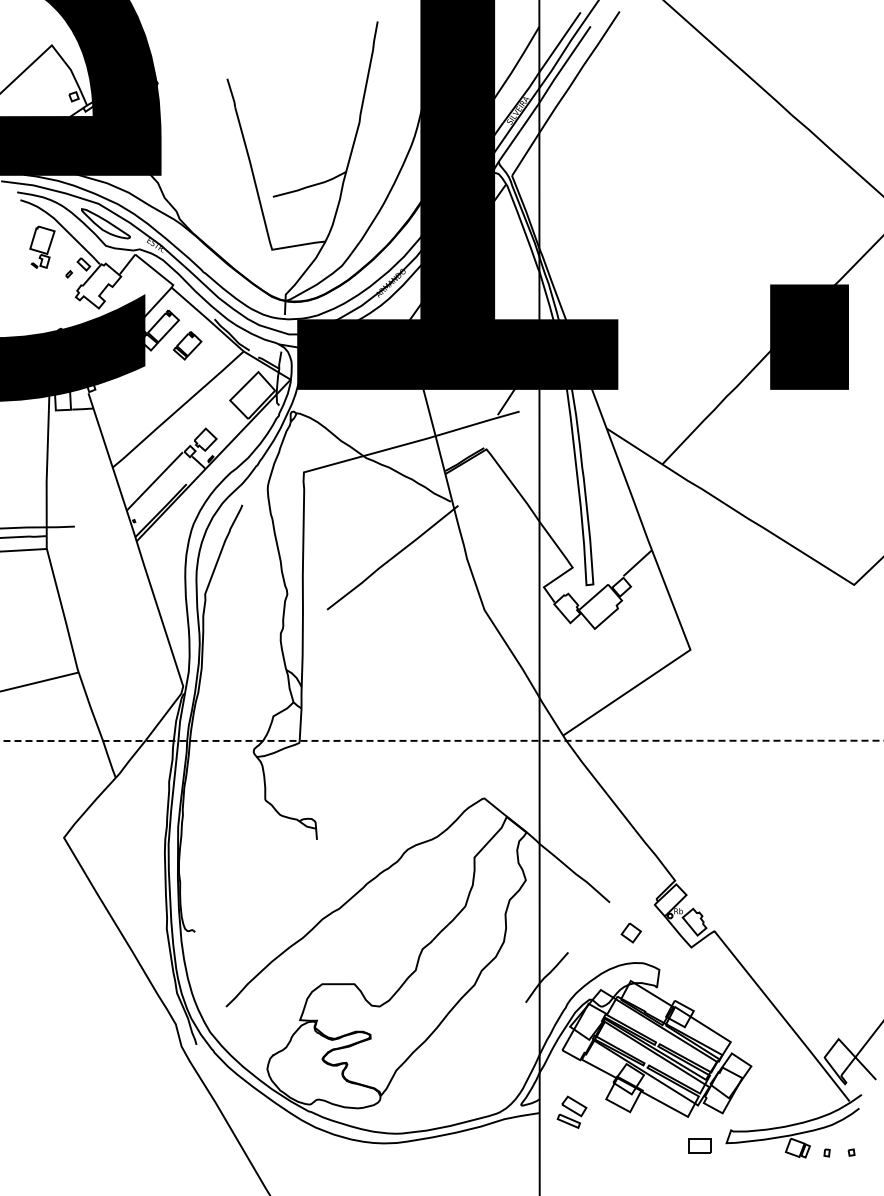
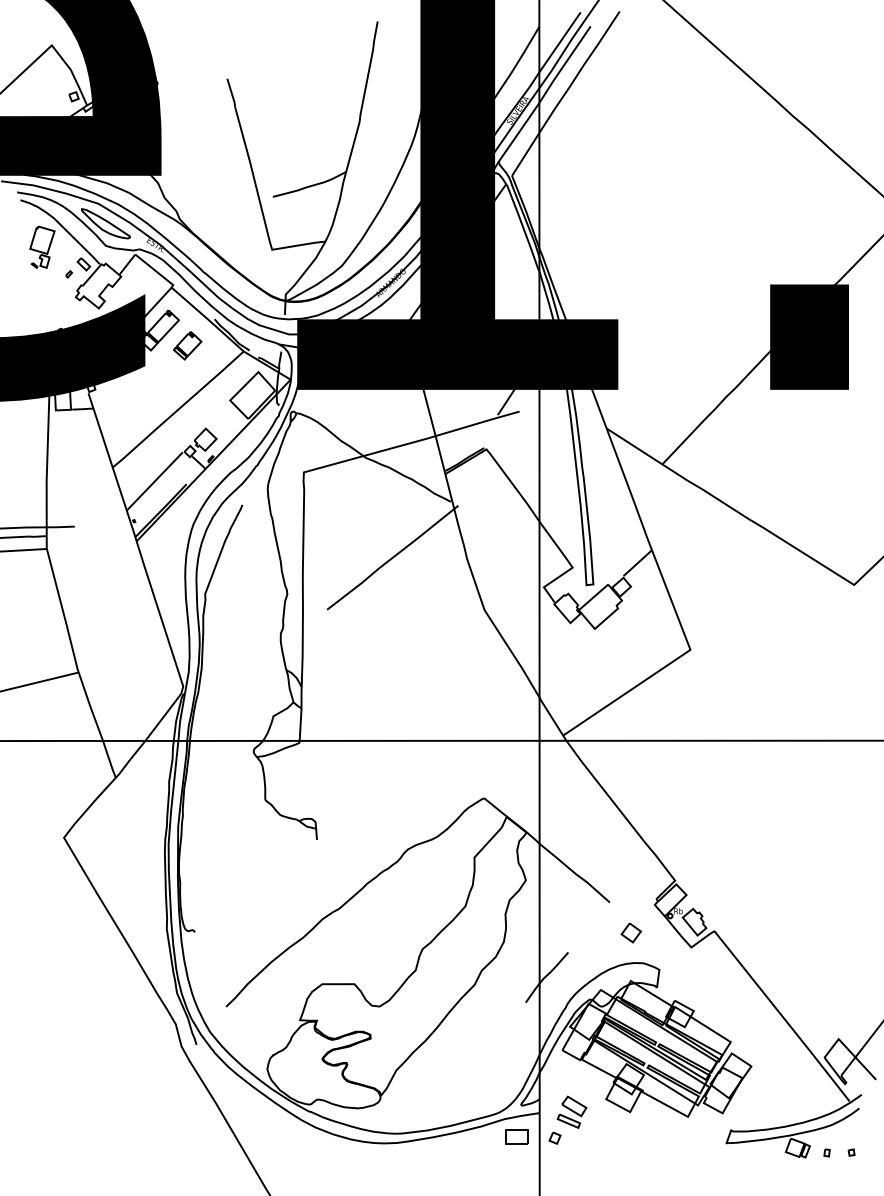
line at (441, 740): dashed -> solid
part at (554, 1137): none -> present
part at (699, 1145) position: (699, 1145) -> (516, 1136)
